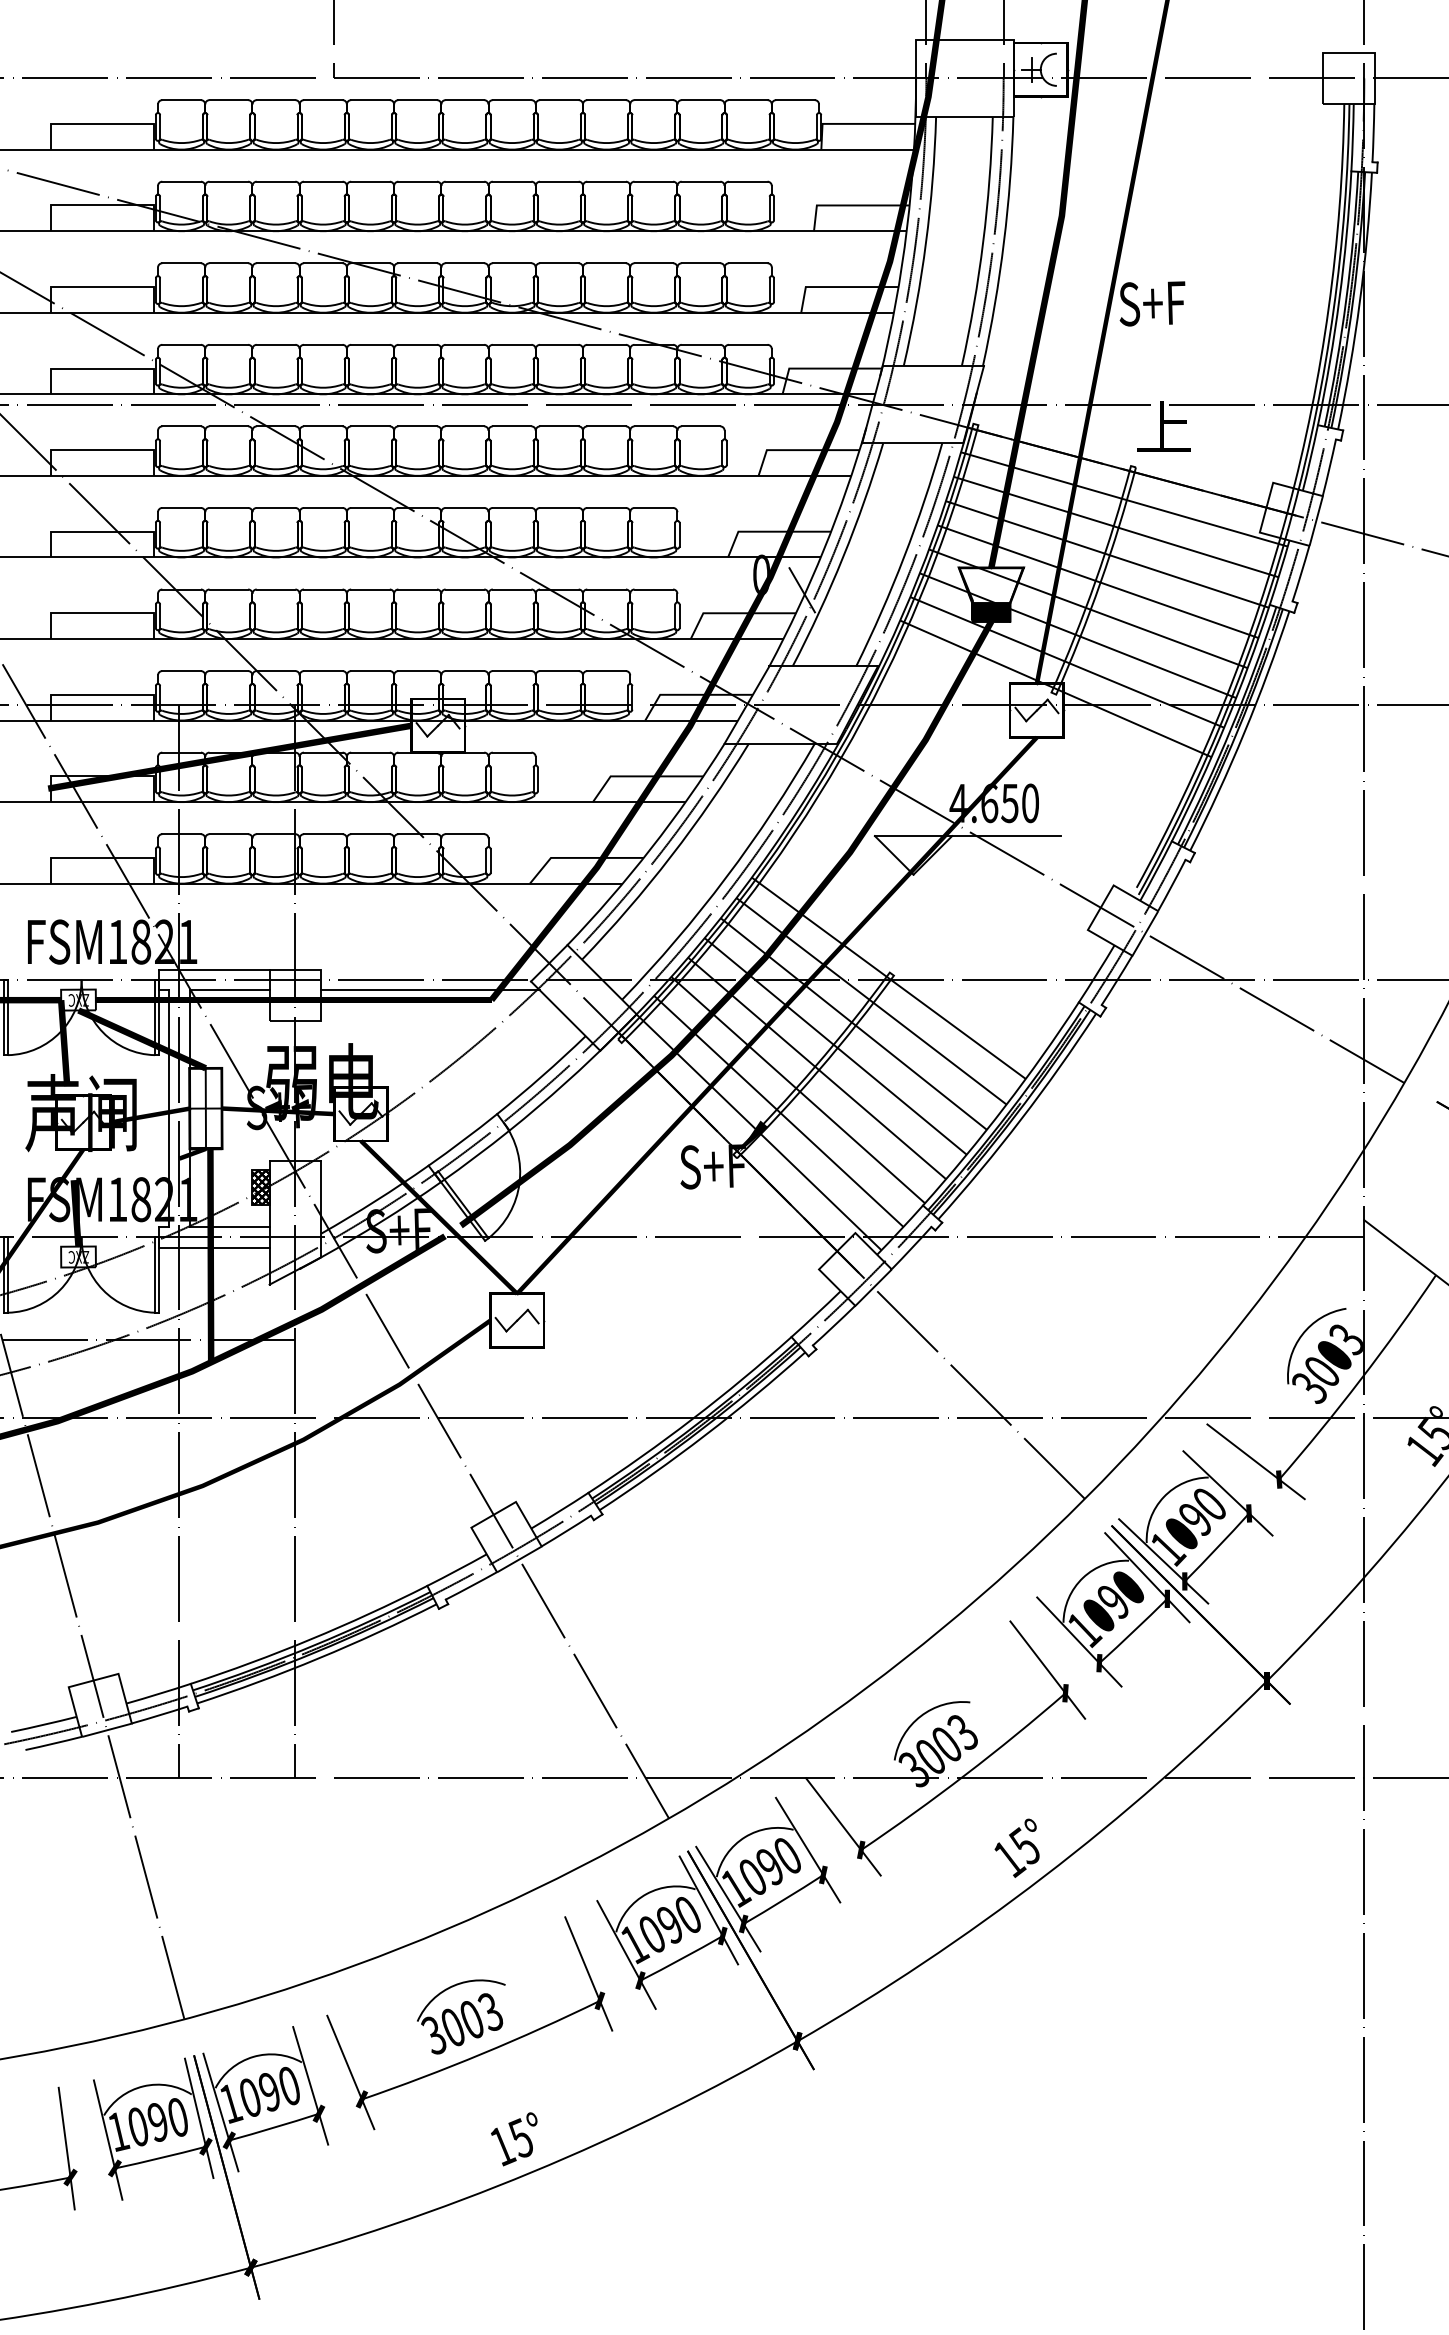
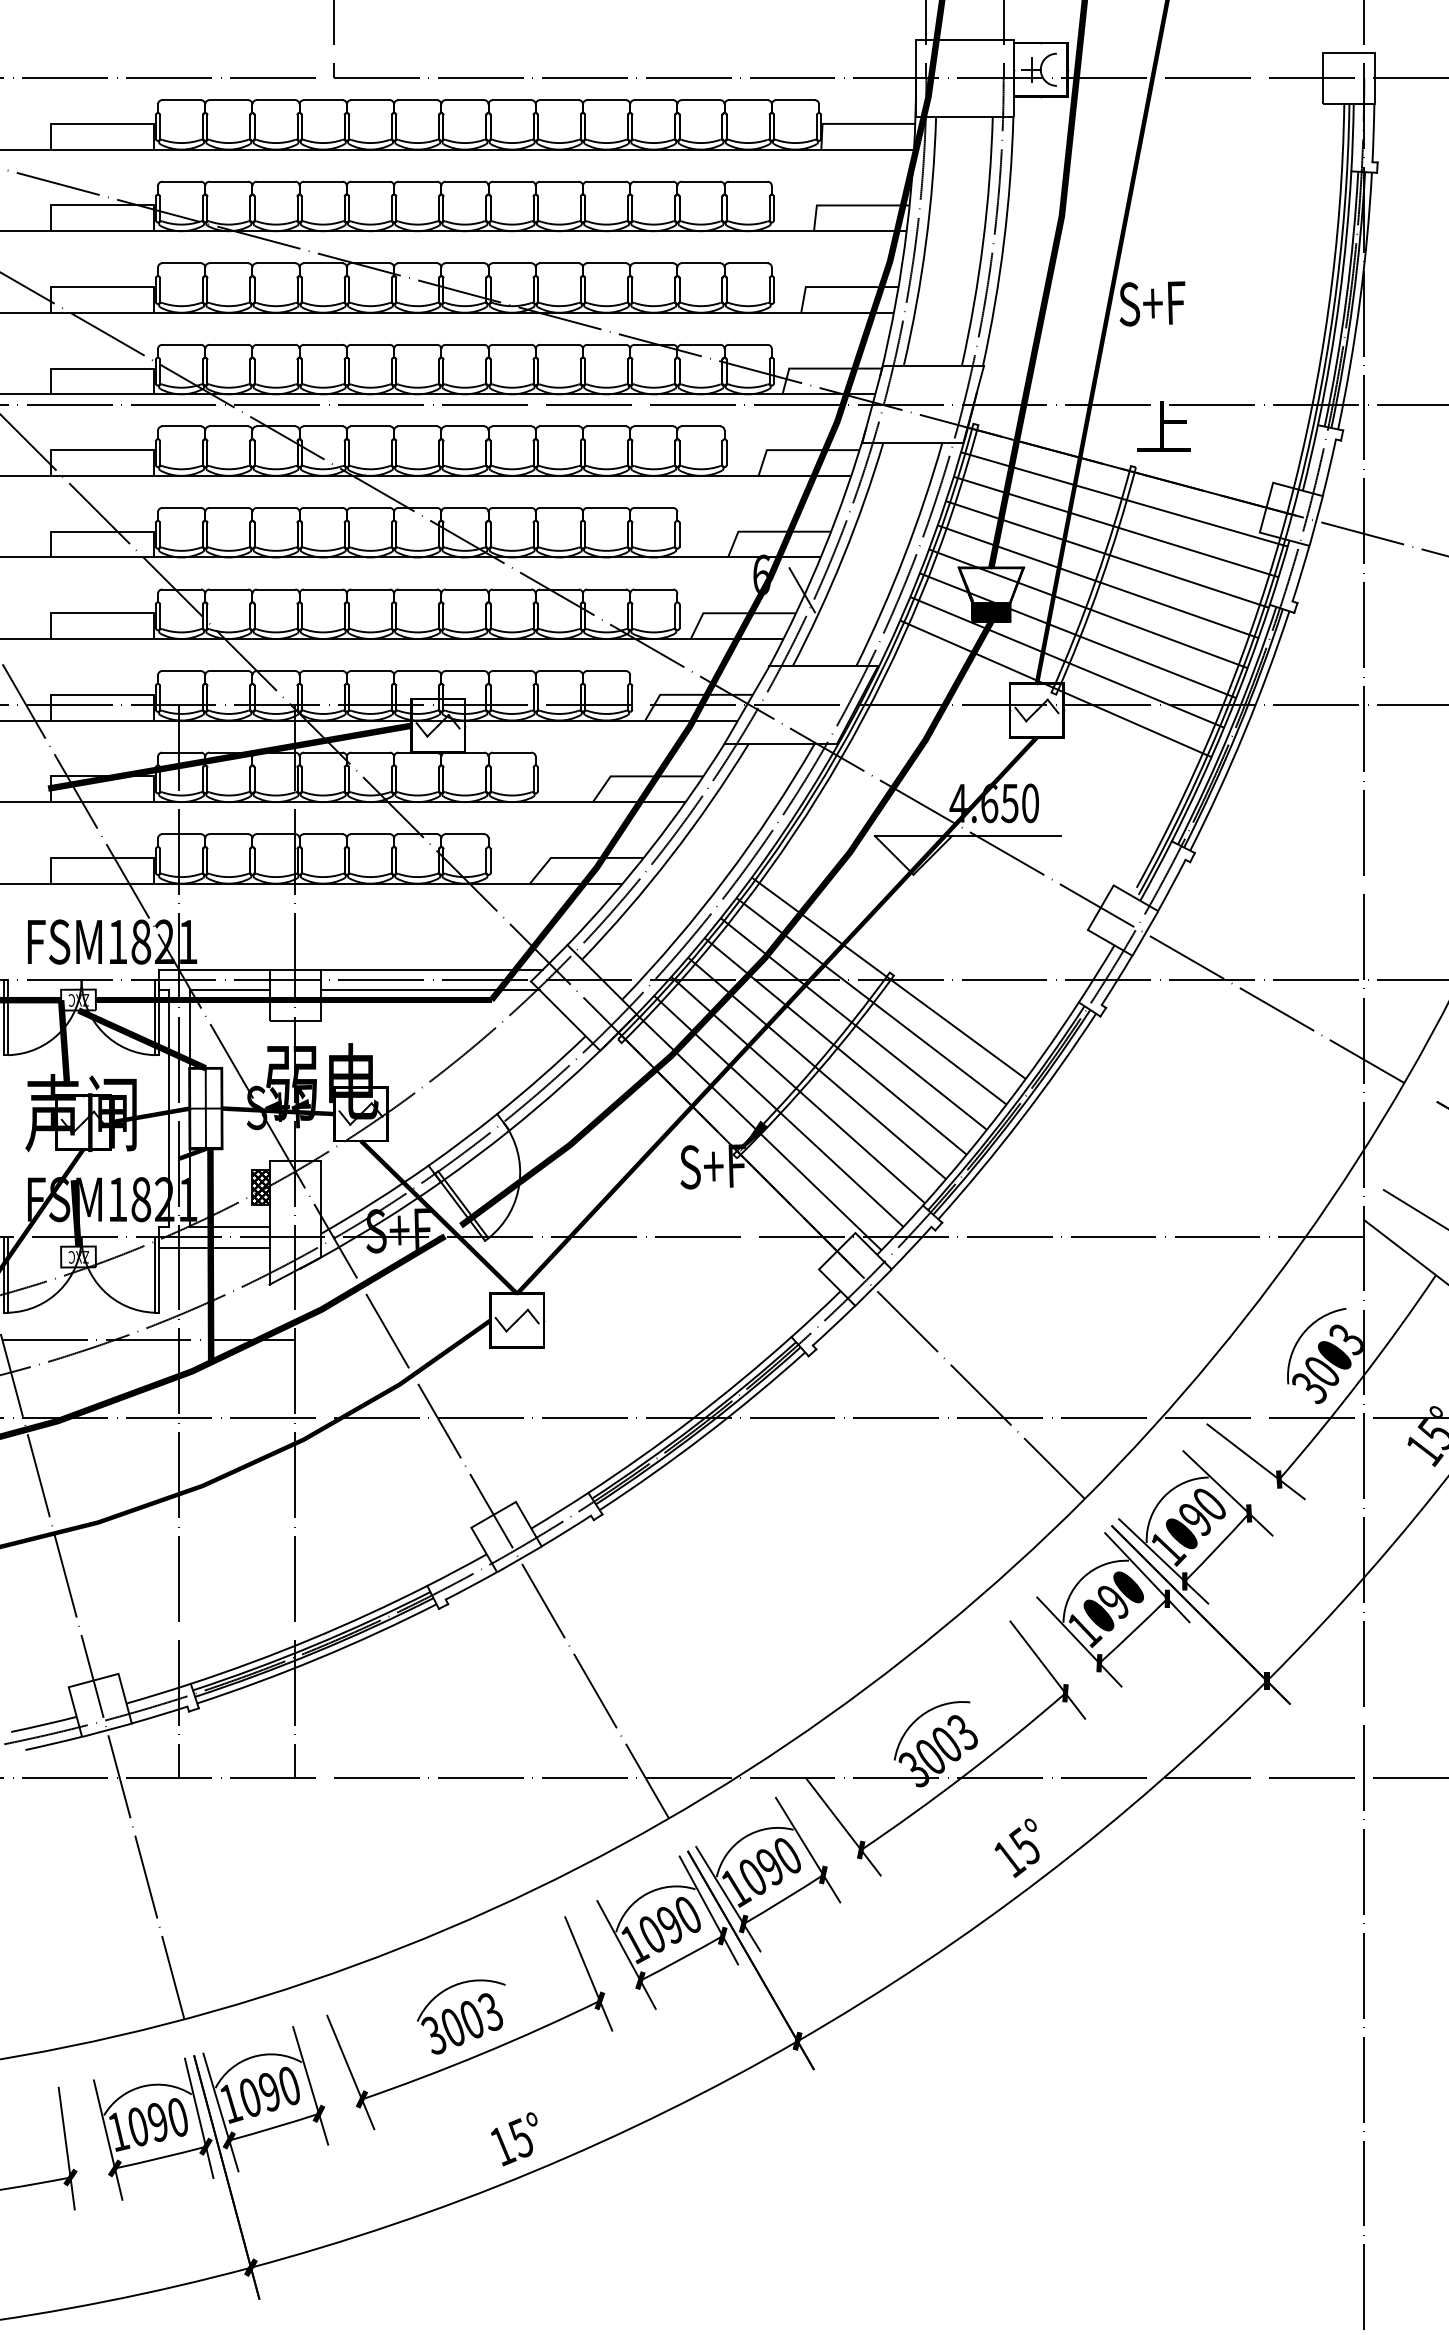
text at (761, 574): 0 -> 6
line at (432, 969): none -> present
line at (1414, 1208): none -> present
